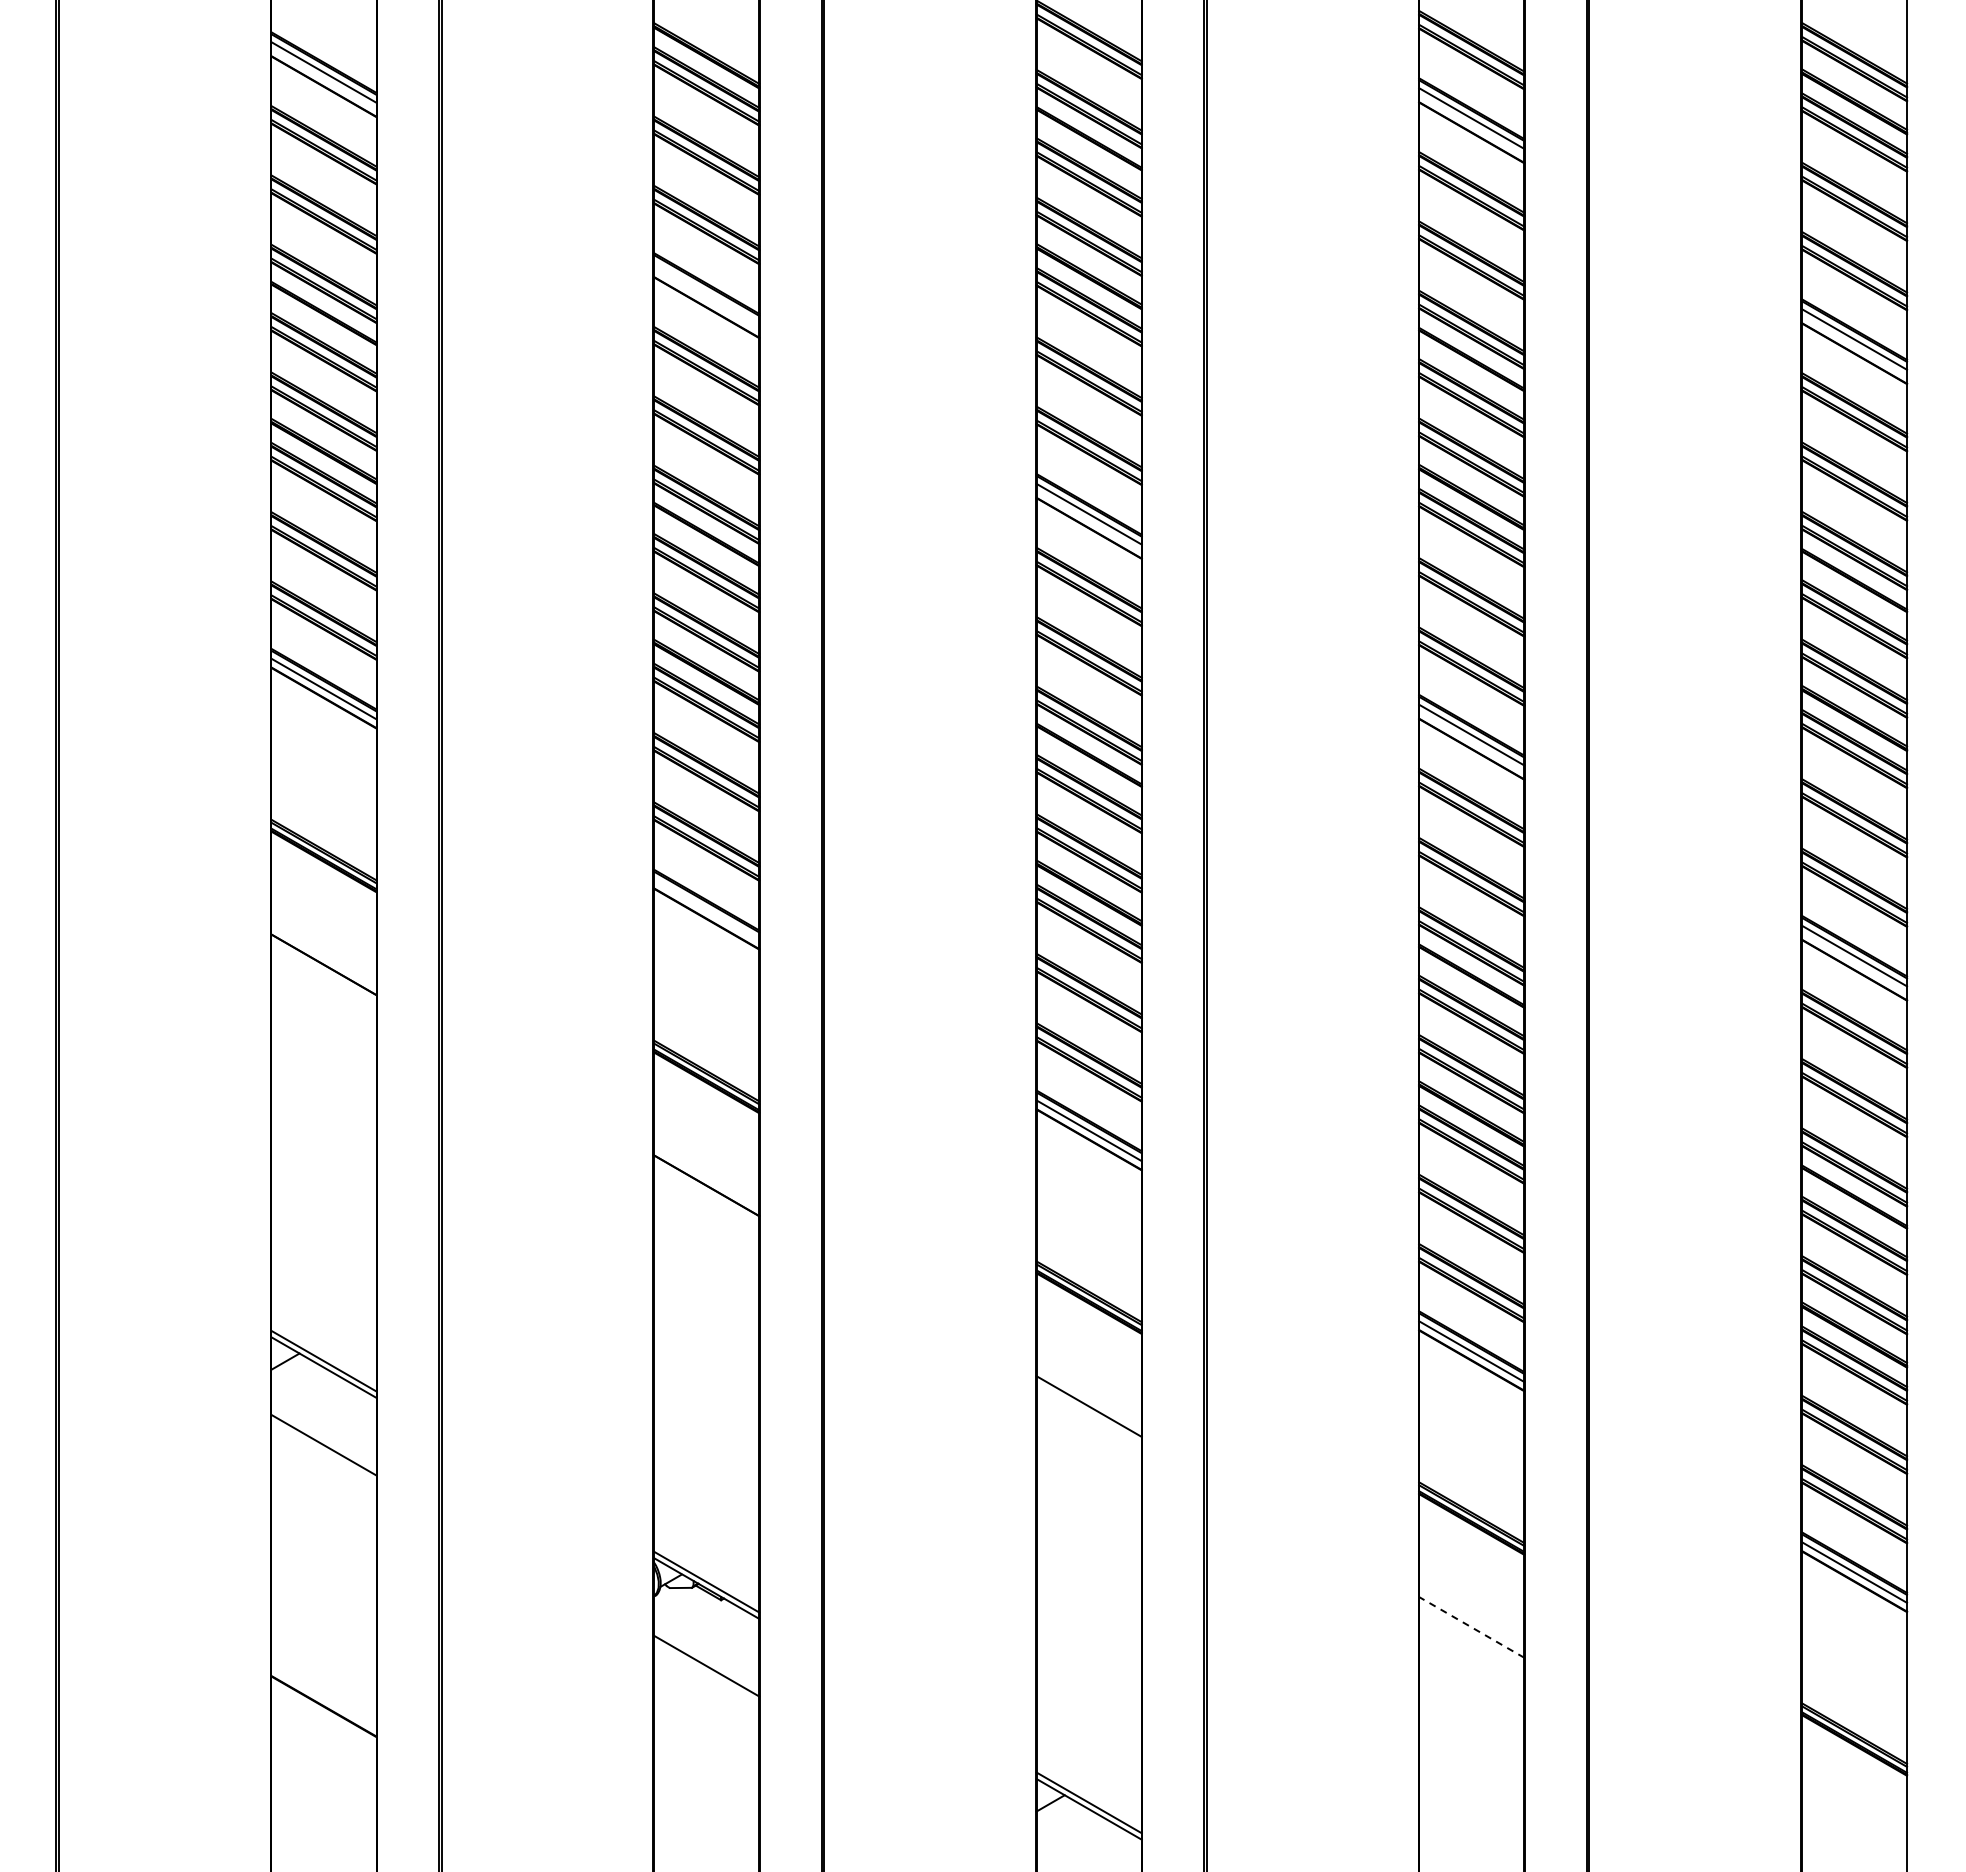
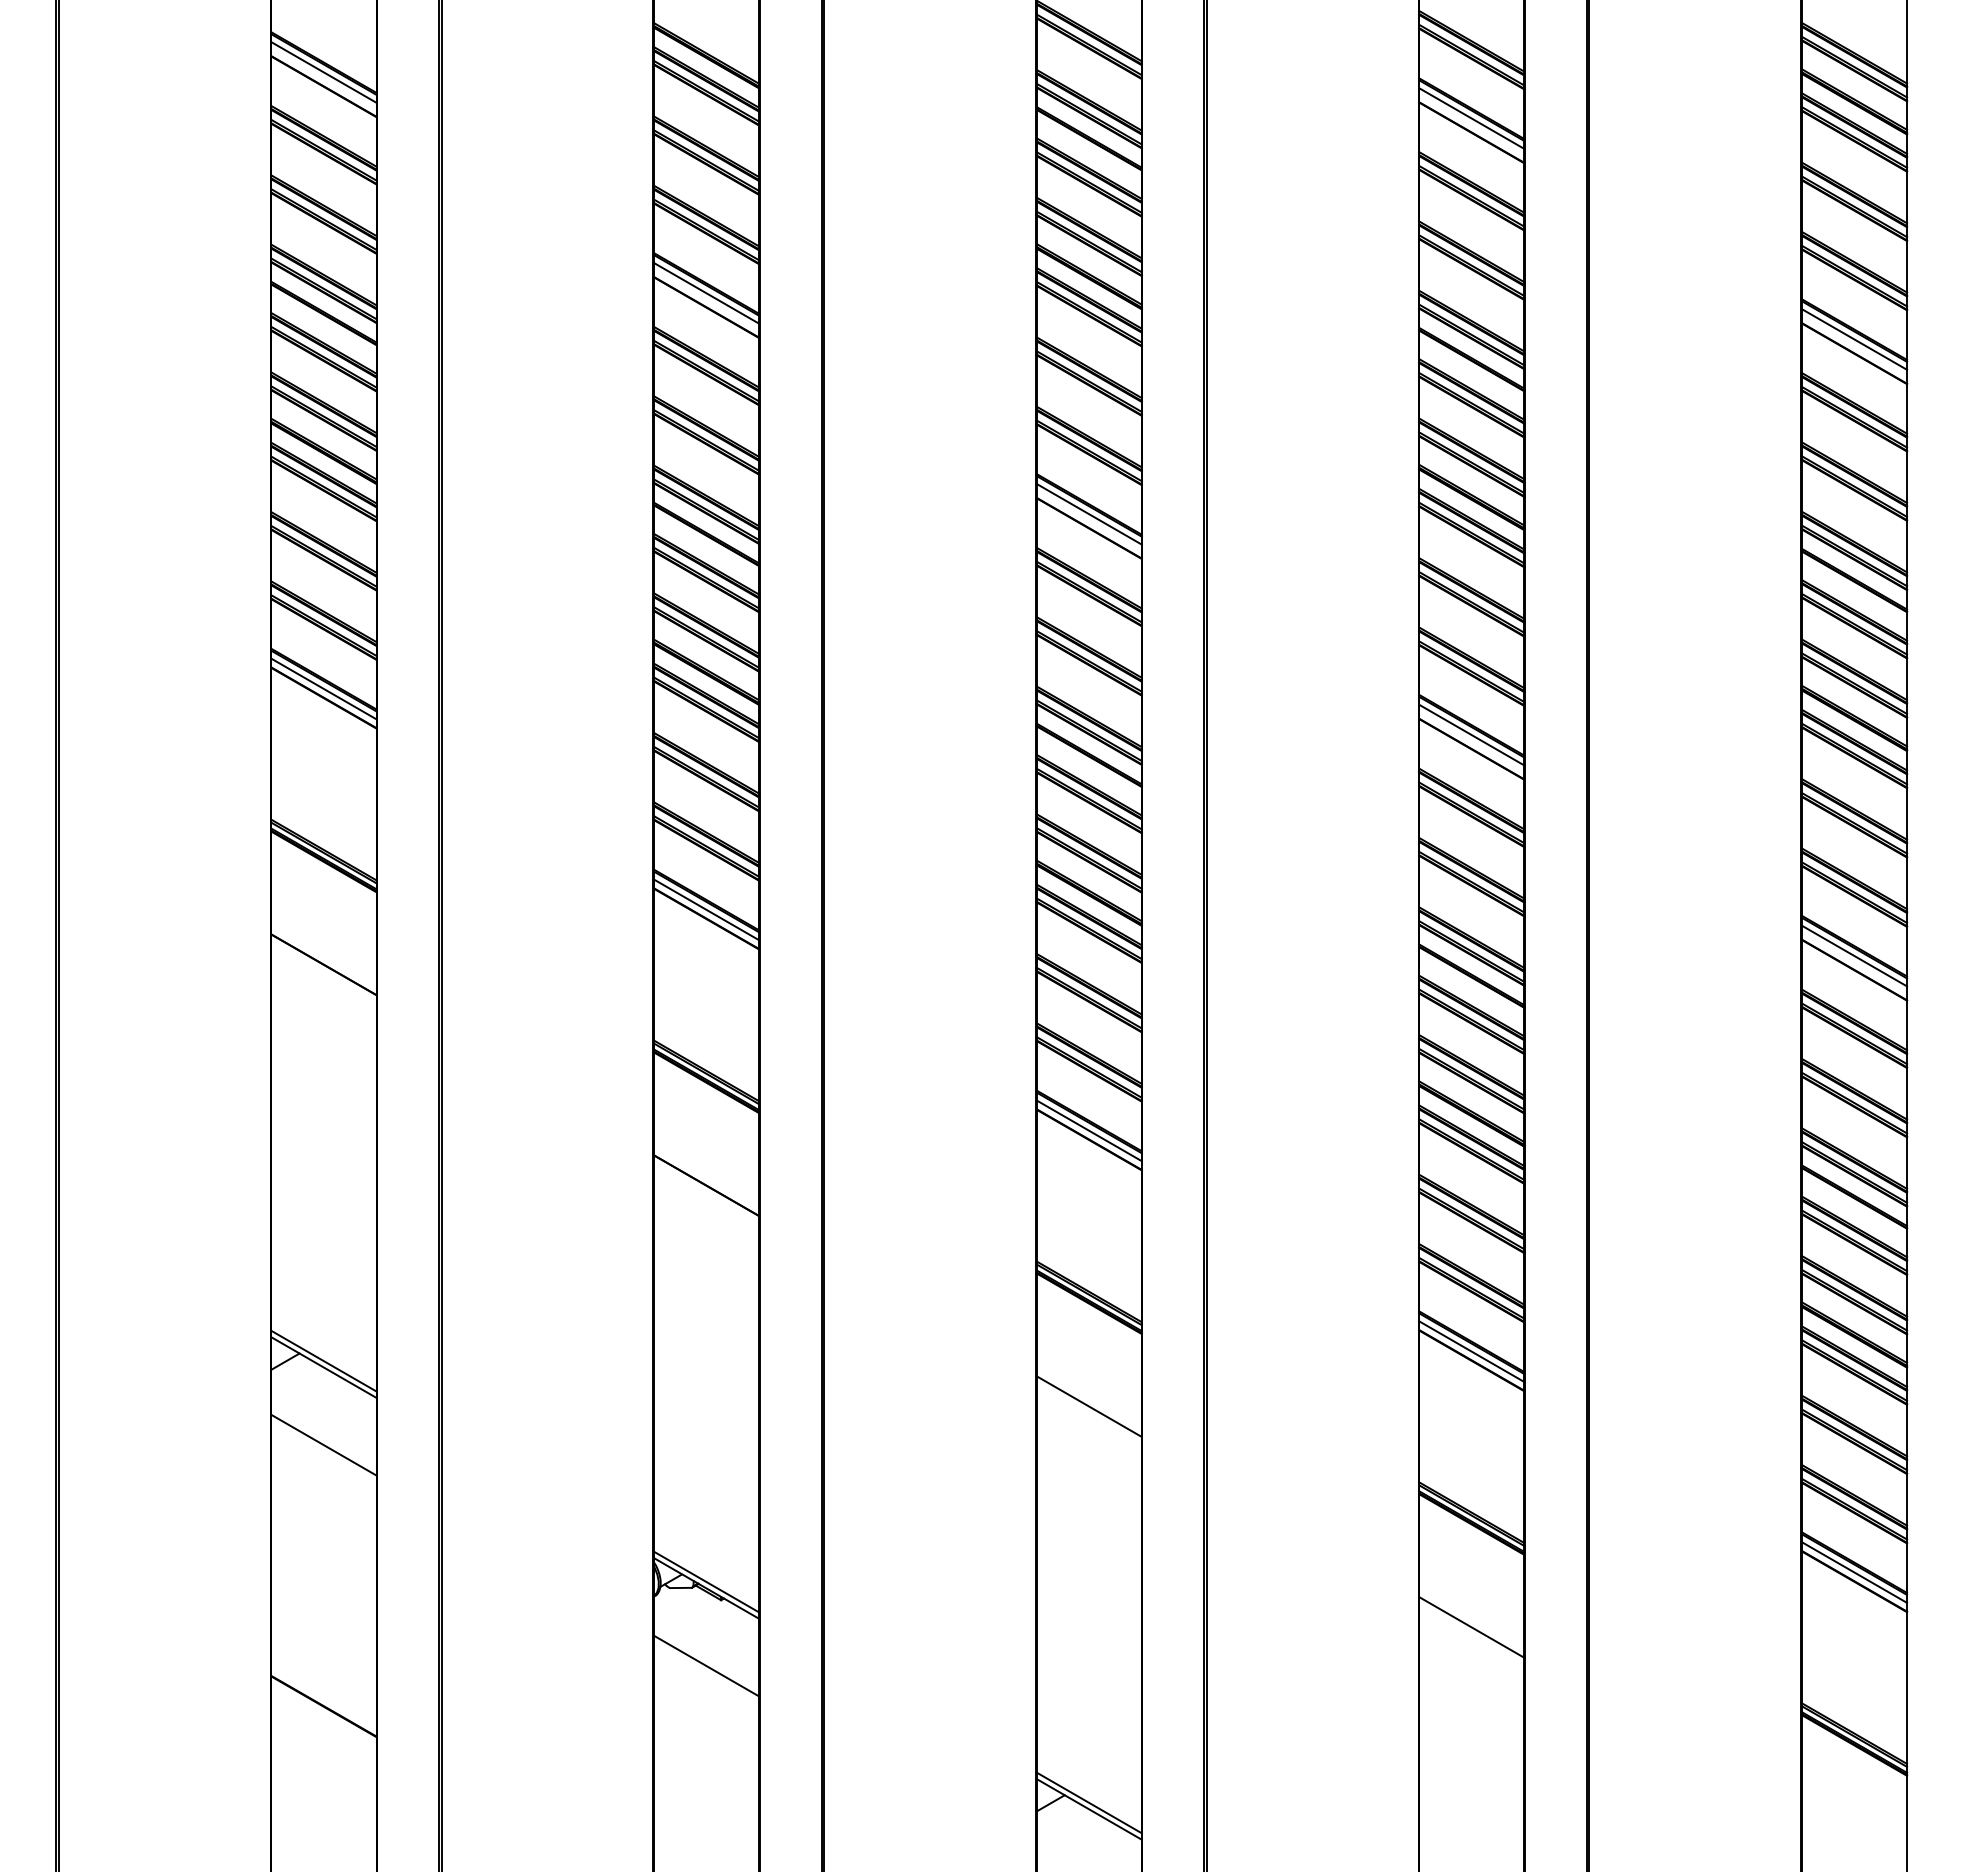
line at (706, 292): none -> present
line at (706, 909): none -> present
line at (1471, 1627): dashed -> solid
